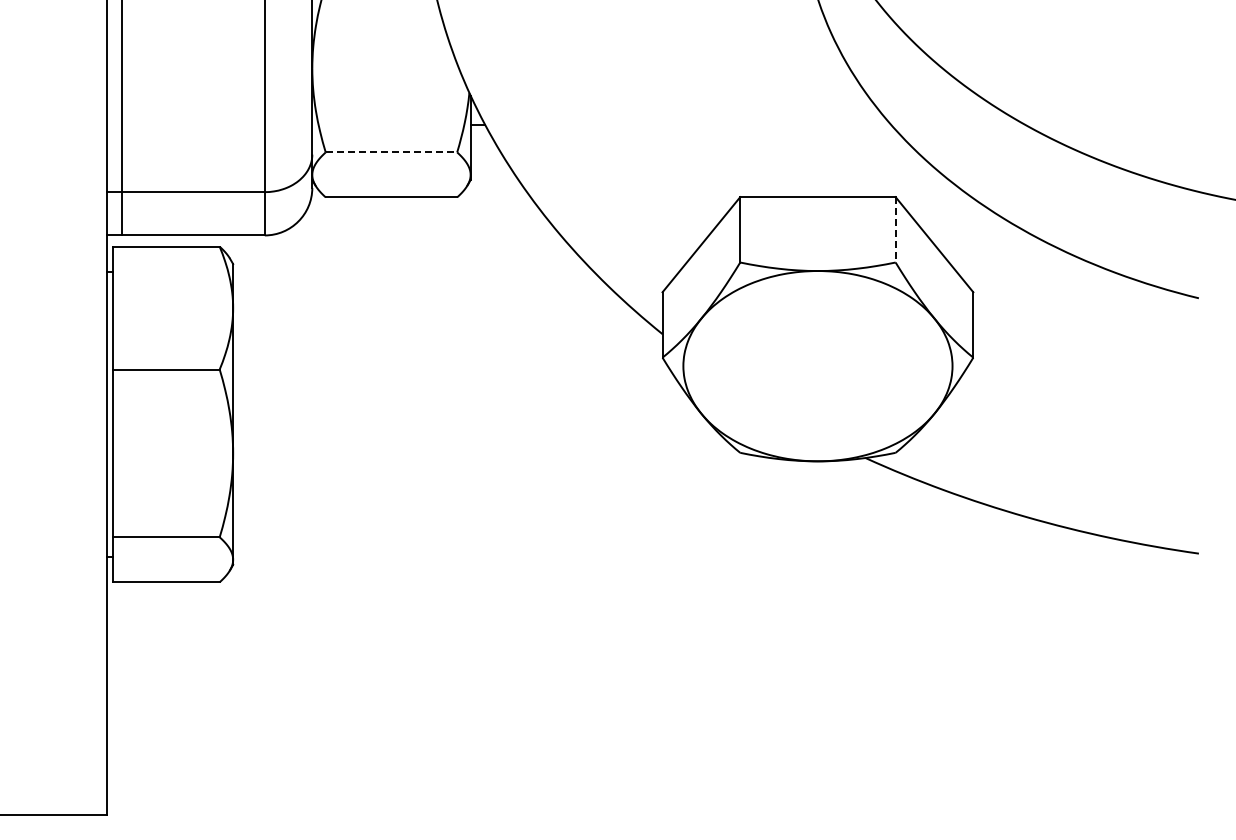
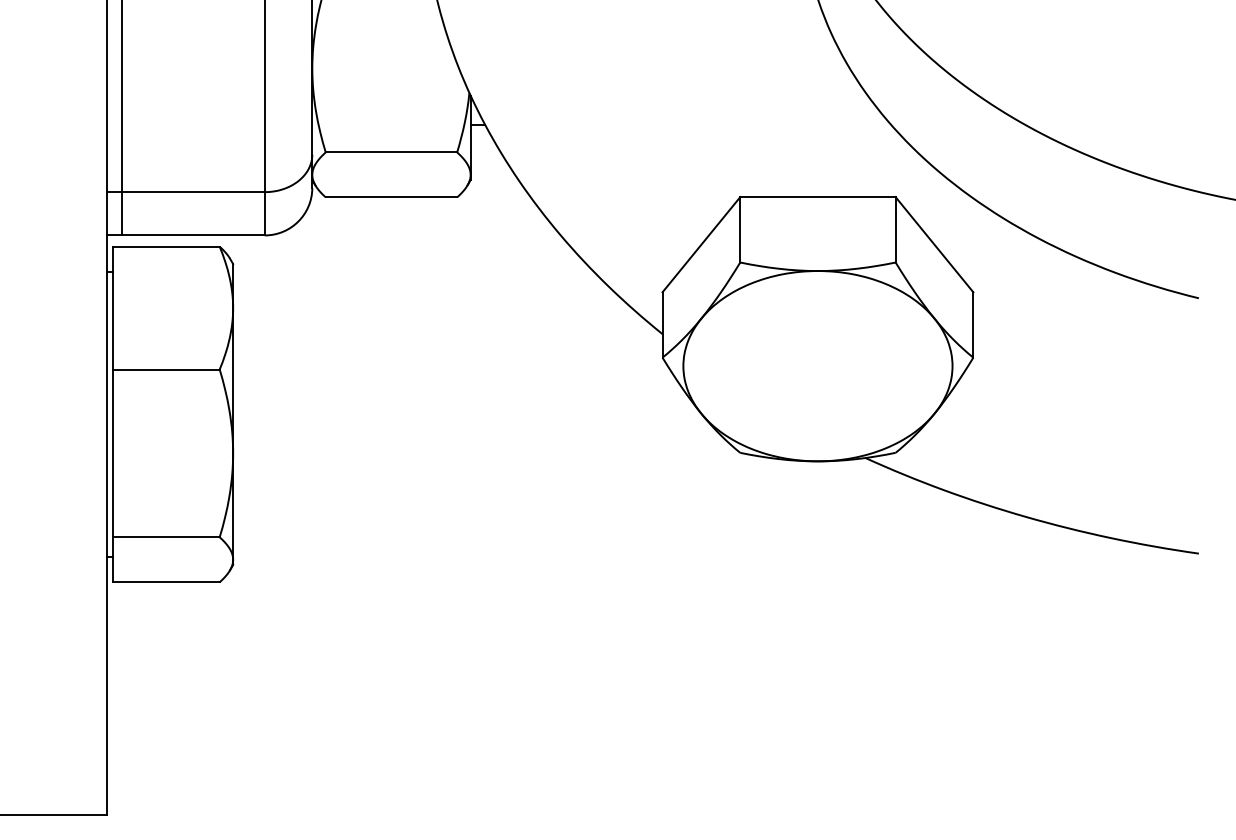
line at (391, 152): dashed -> solid
line at (895, 229): dashed -> solid
